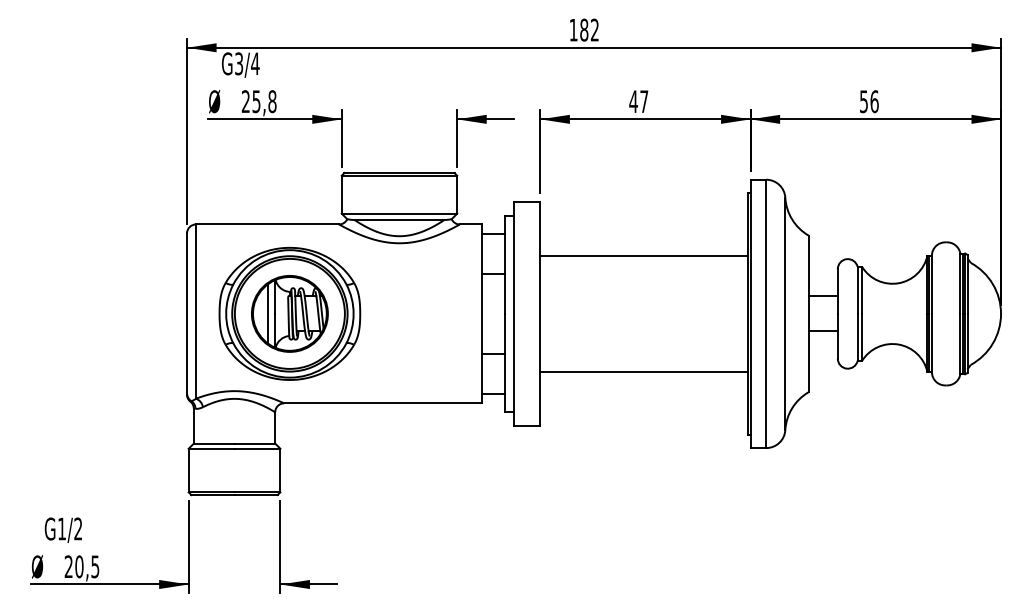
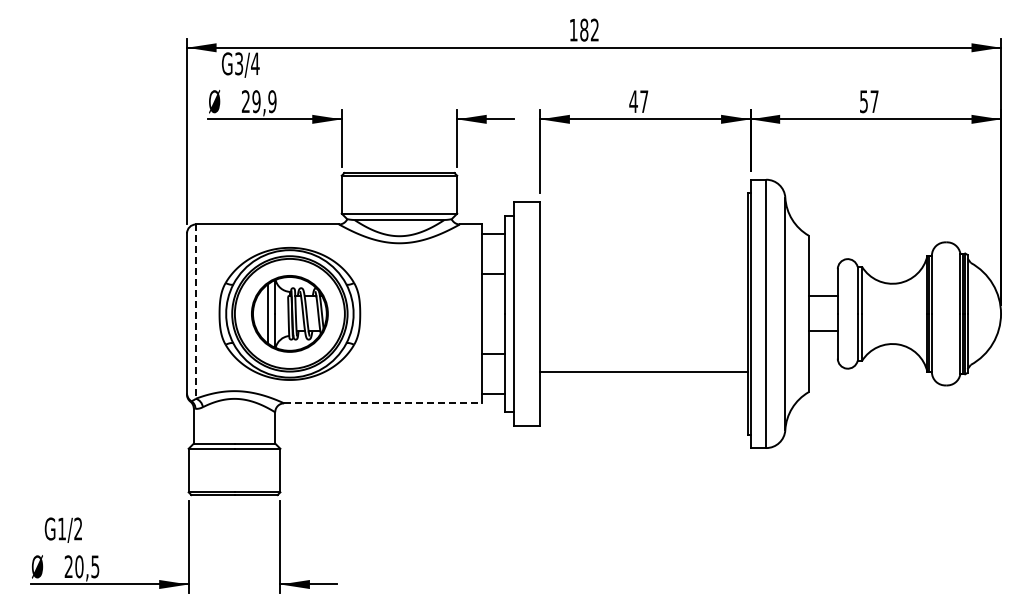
text at (264, 101): 25,8 -> 29,9
text at (874, 101): 56 -> 57
line at (644, 256): present -> none
line at (195, 312): solid -> dashed
line at (383, 403): solid -> dashed
